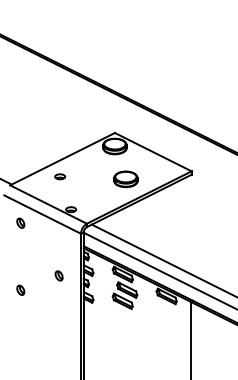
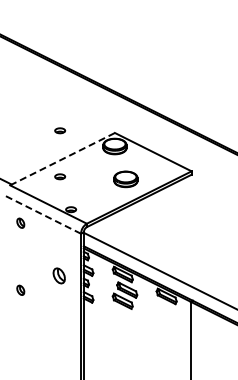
part at (60, 130): none -> present
line at (62, 159): solid -> dashed
line at (42, 214): solid -> dashed
line at (162, 259): present -> none
part at (58, 275) size: 10x12 px -> 14x18 px
